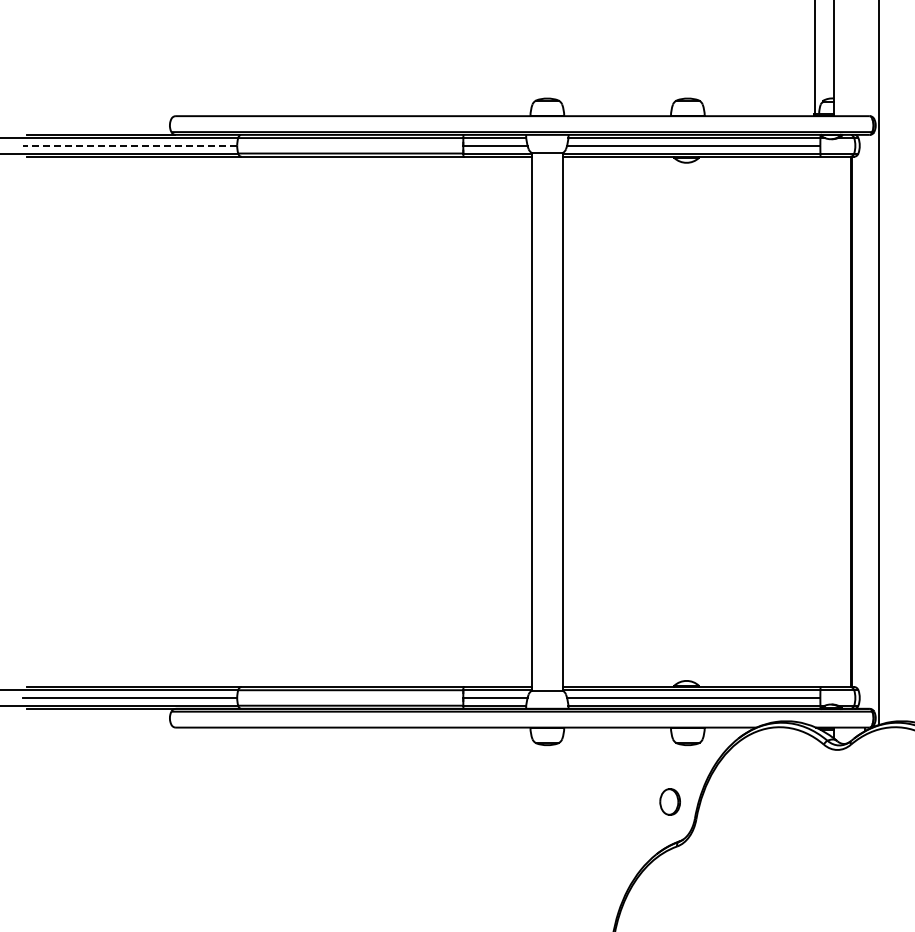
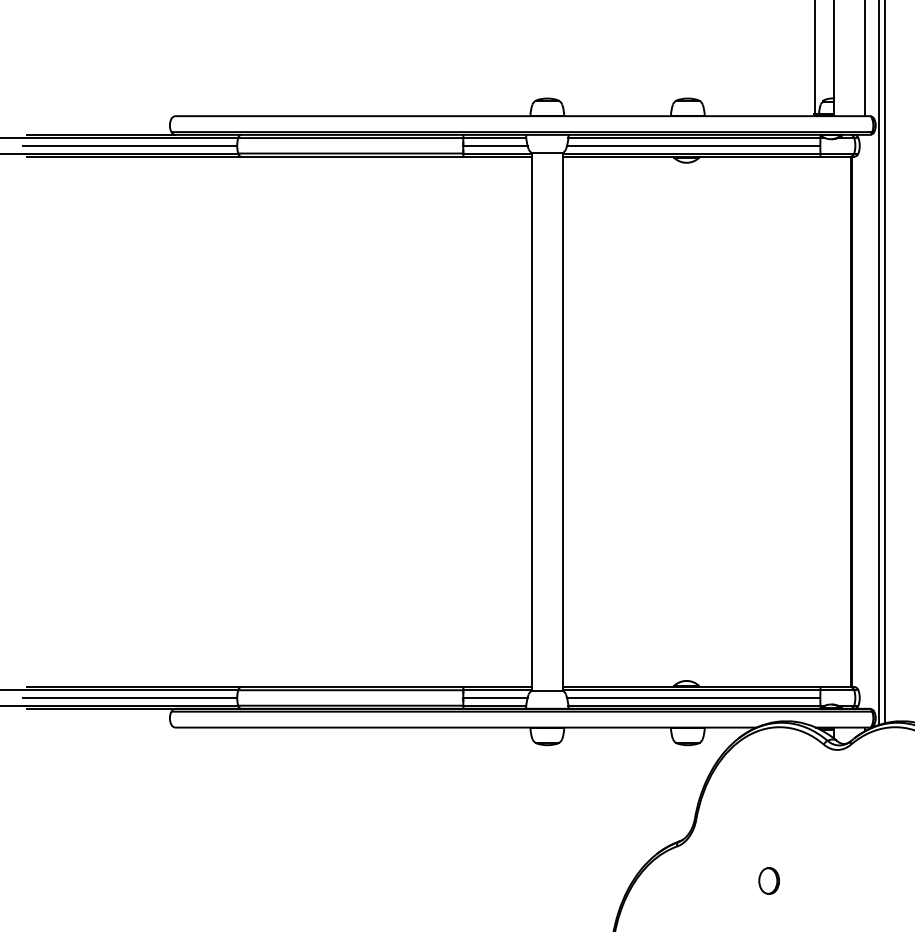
line at (865, 59): none -> present
line at (129, 145): dashed -> solid
line at (885, 362): none -> present
part at (669, 801) position: (669, 801) -> (768, 880)
